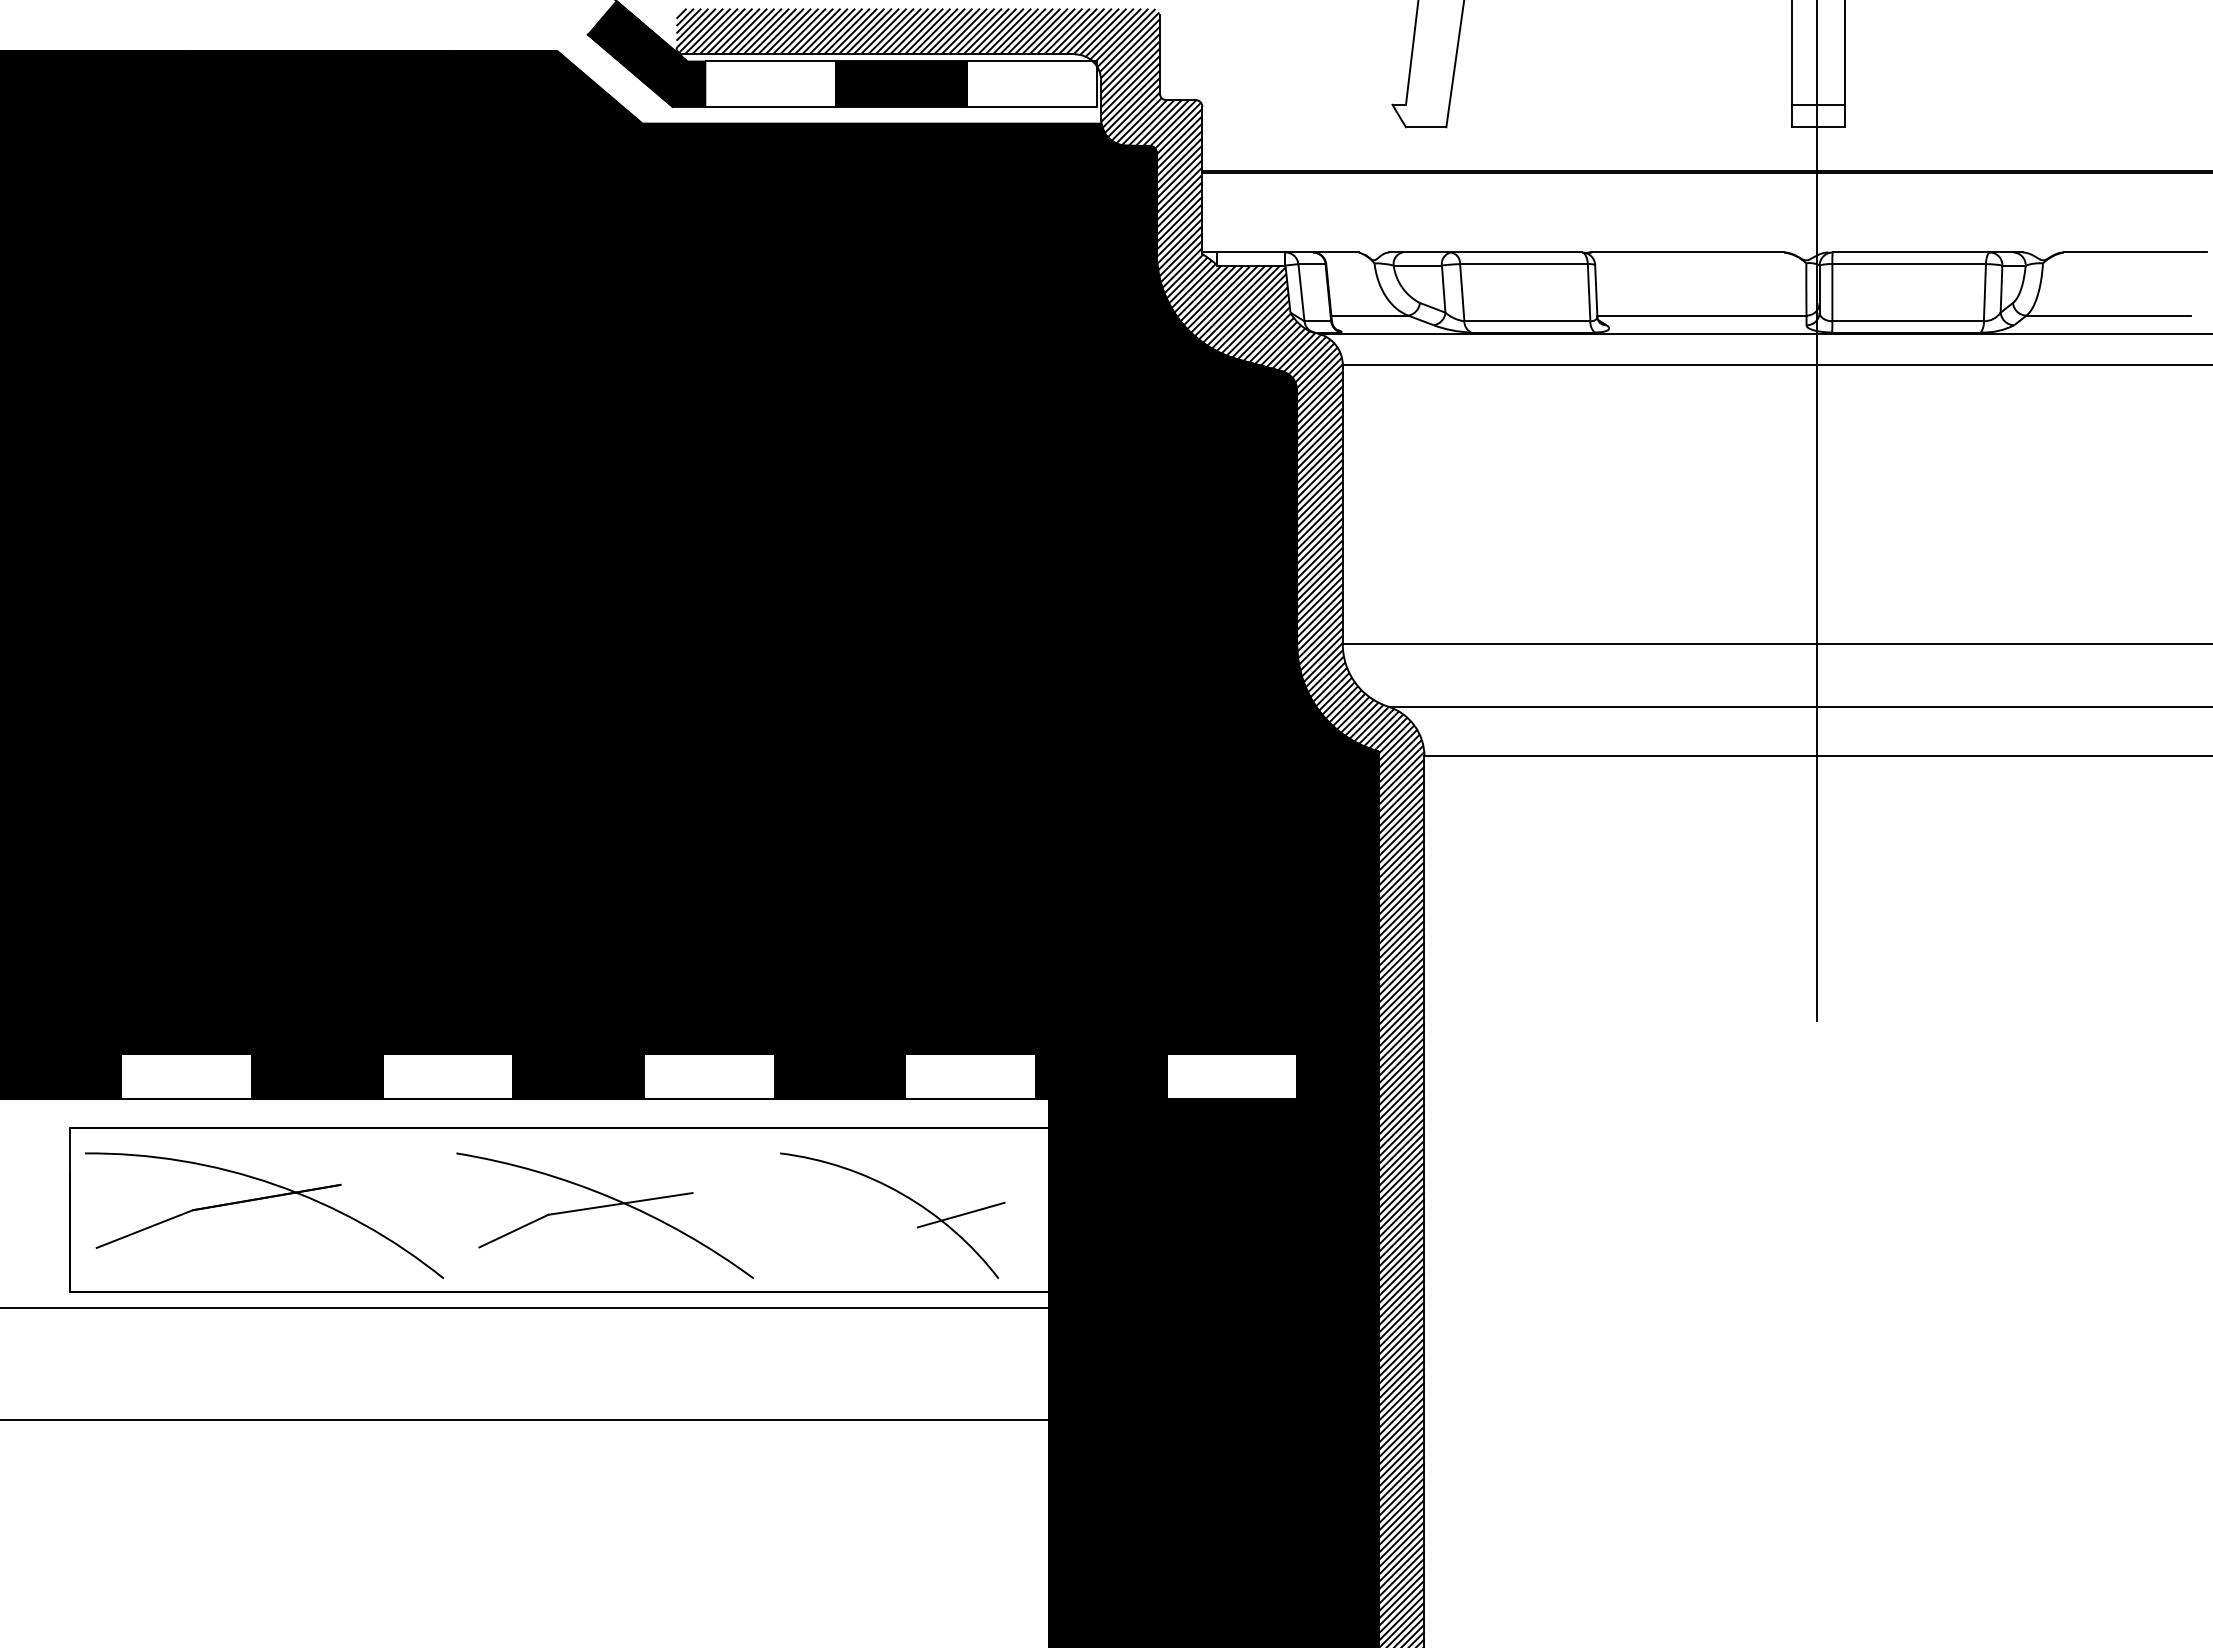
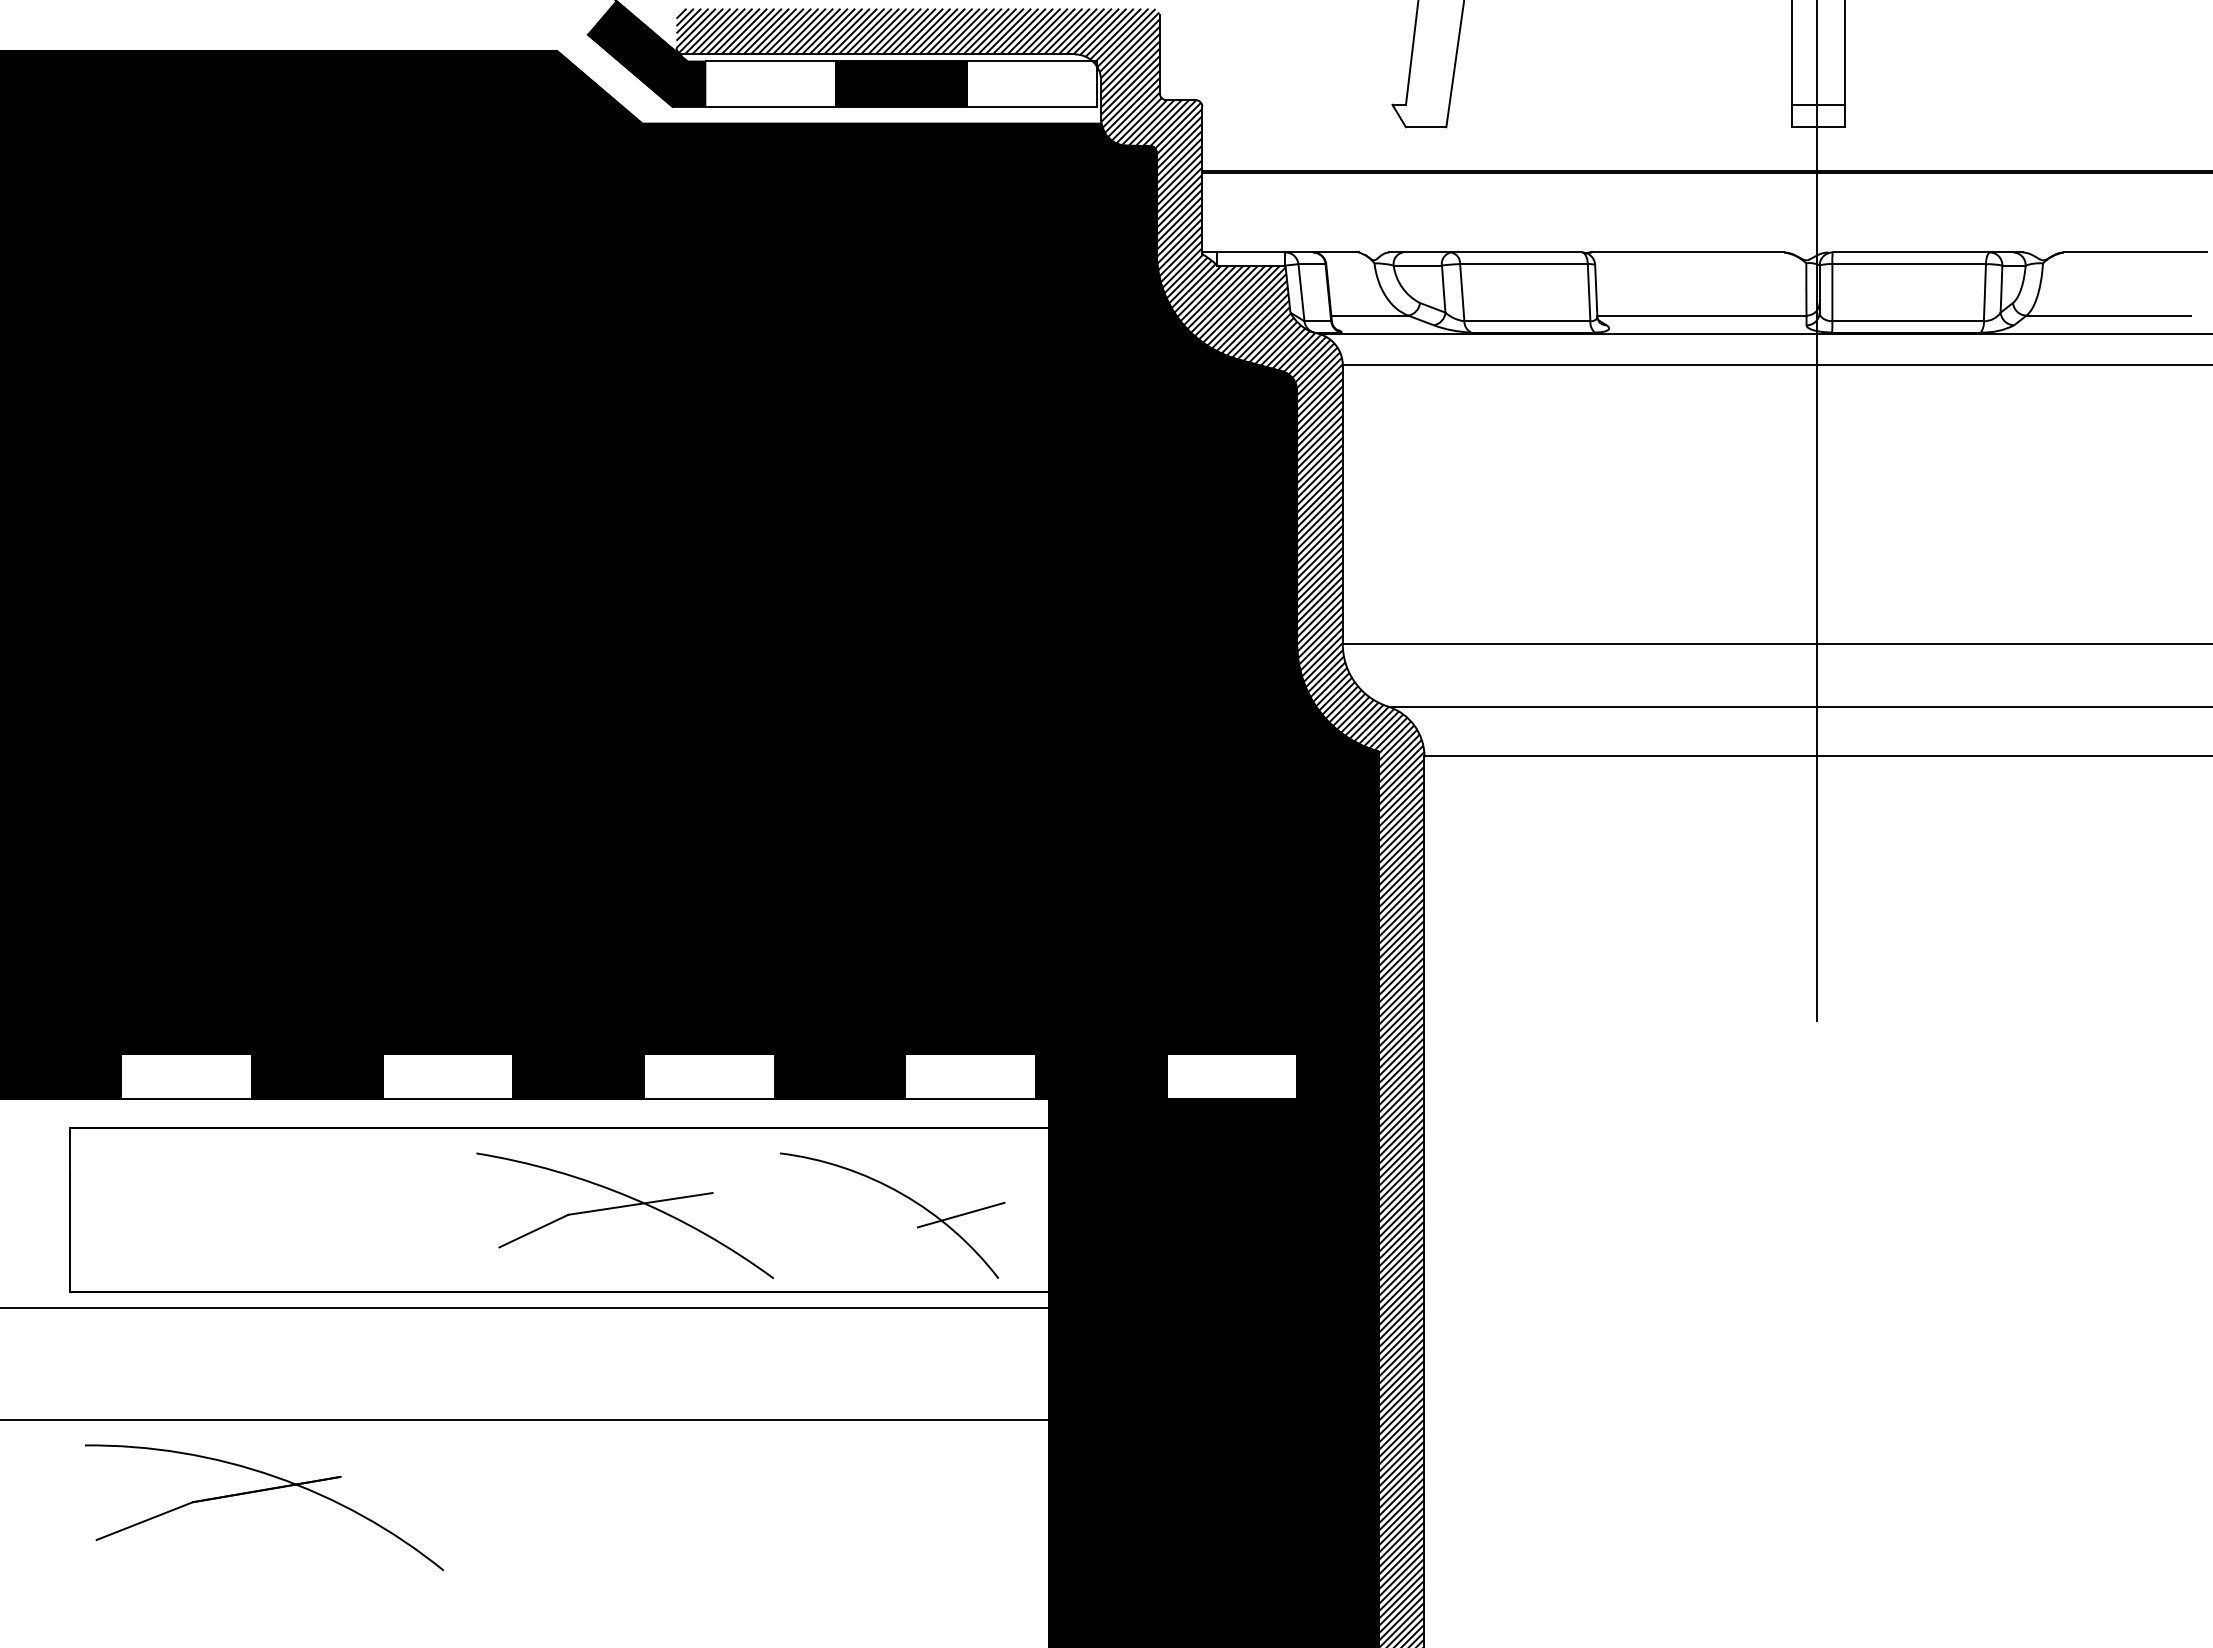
part at (263, 1199) position: (263, 1199) -> (263, 1491)
part at (604, 1207) position: (604, 1207) -> (624, 1207)
